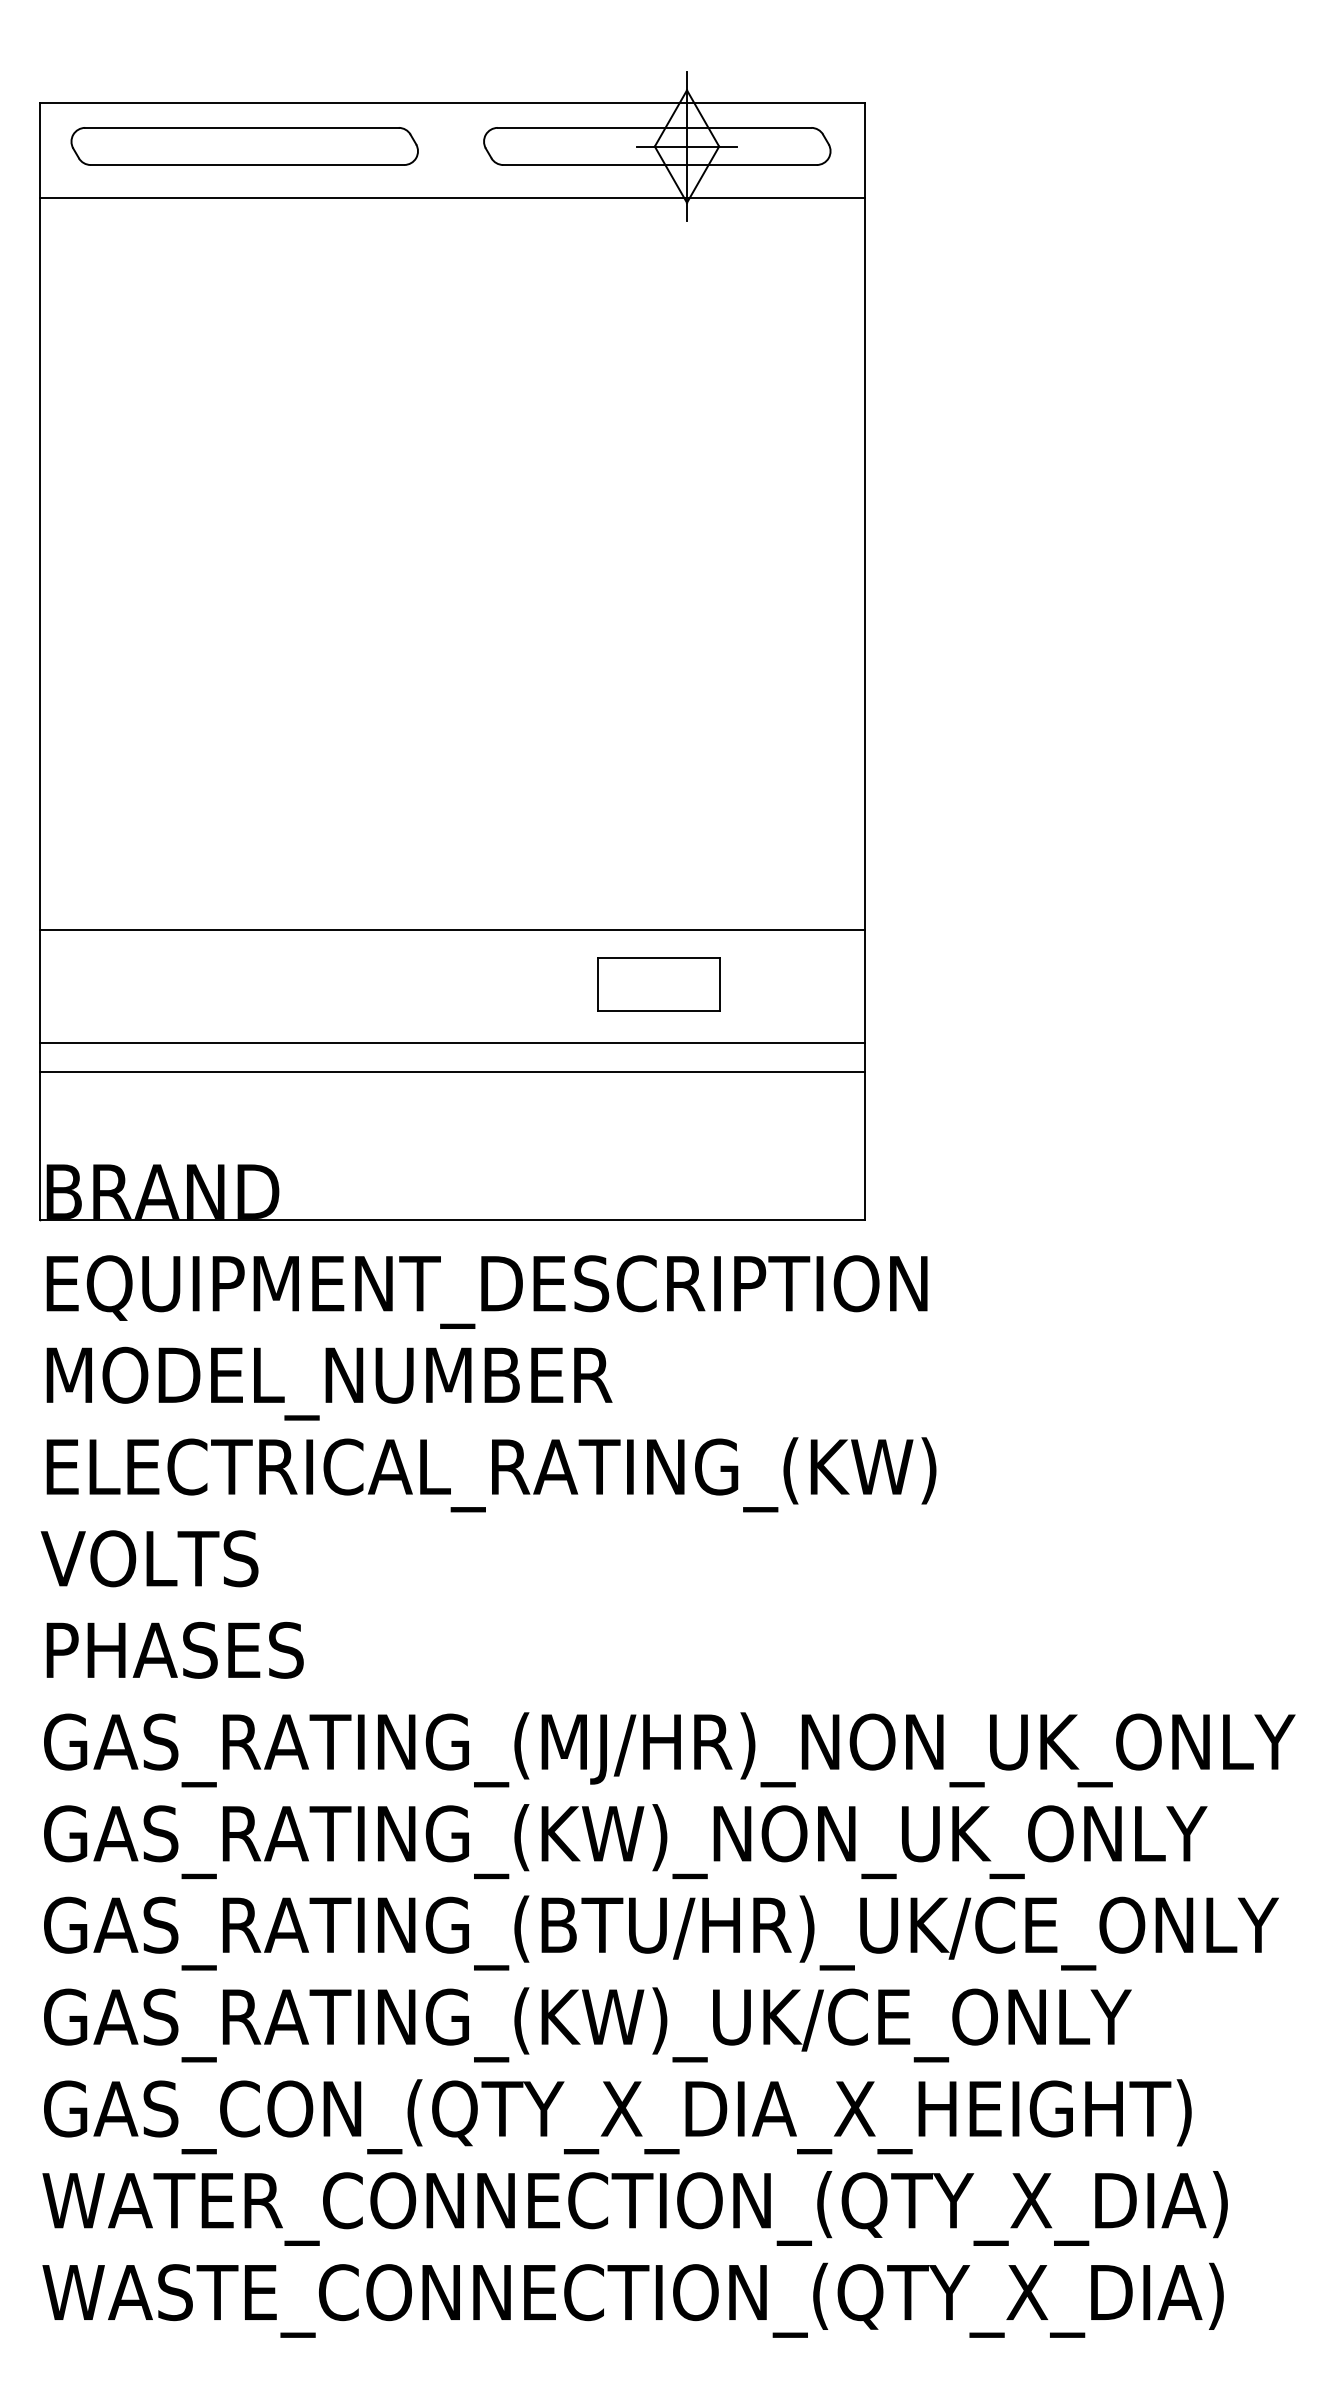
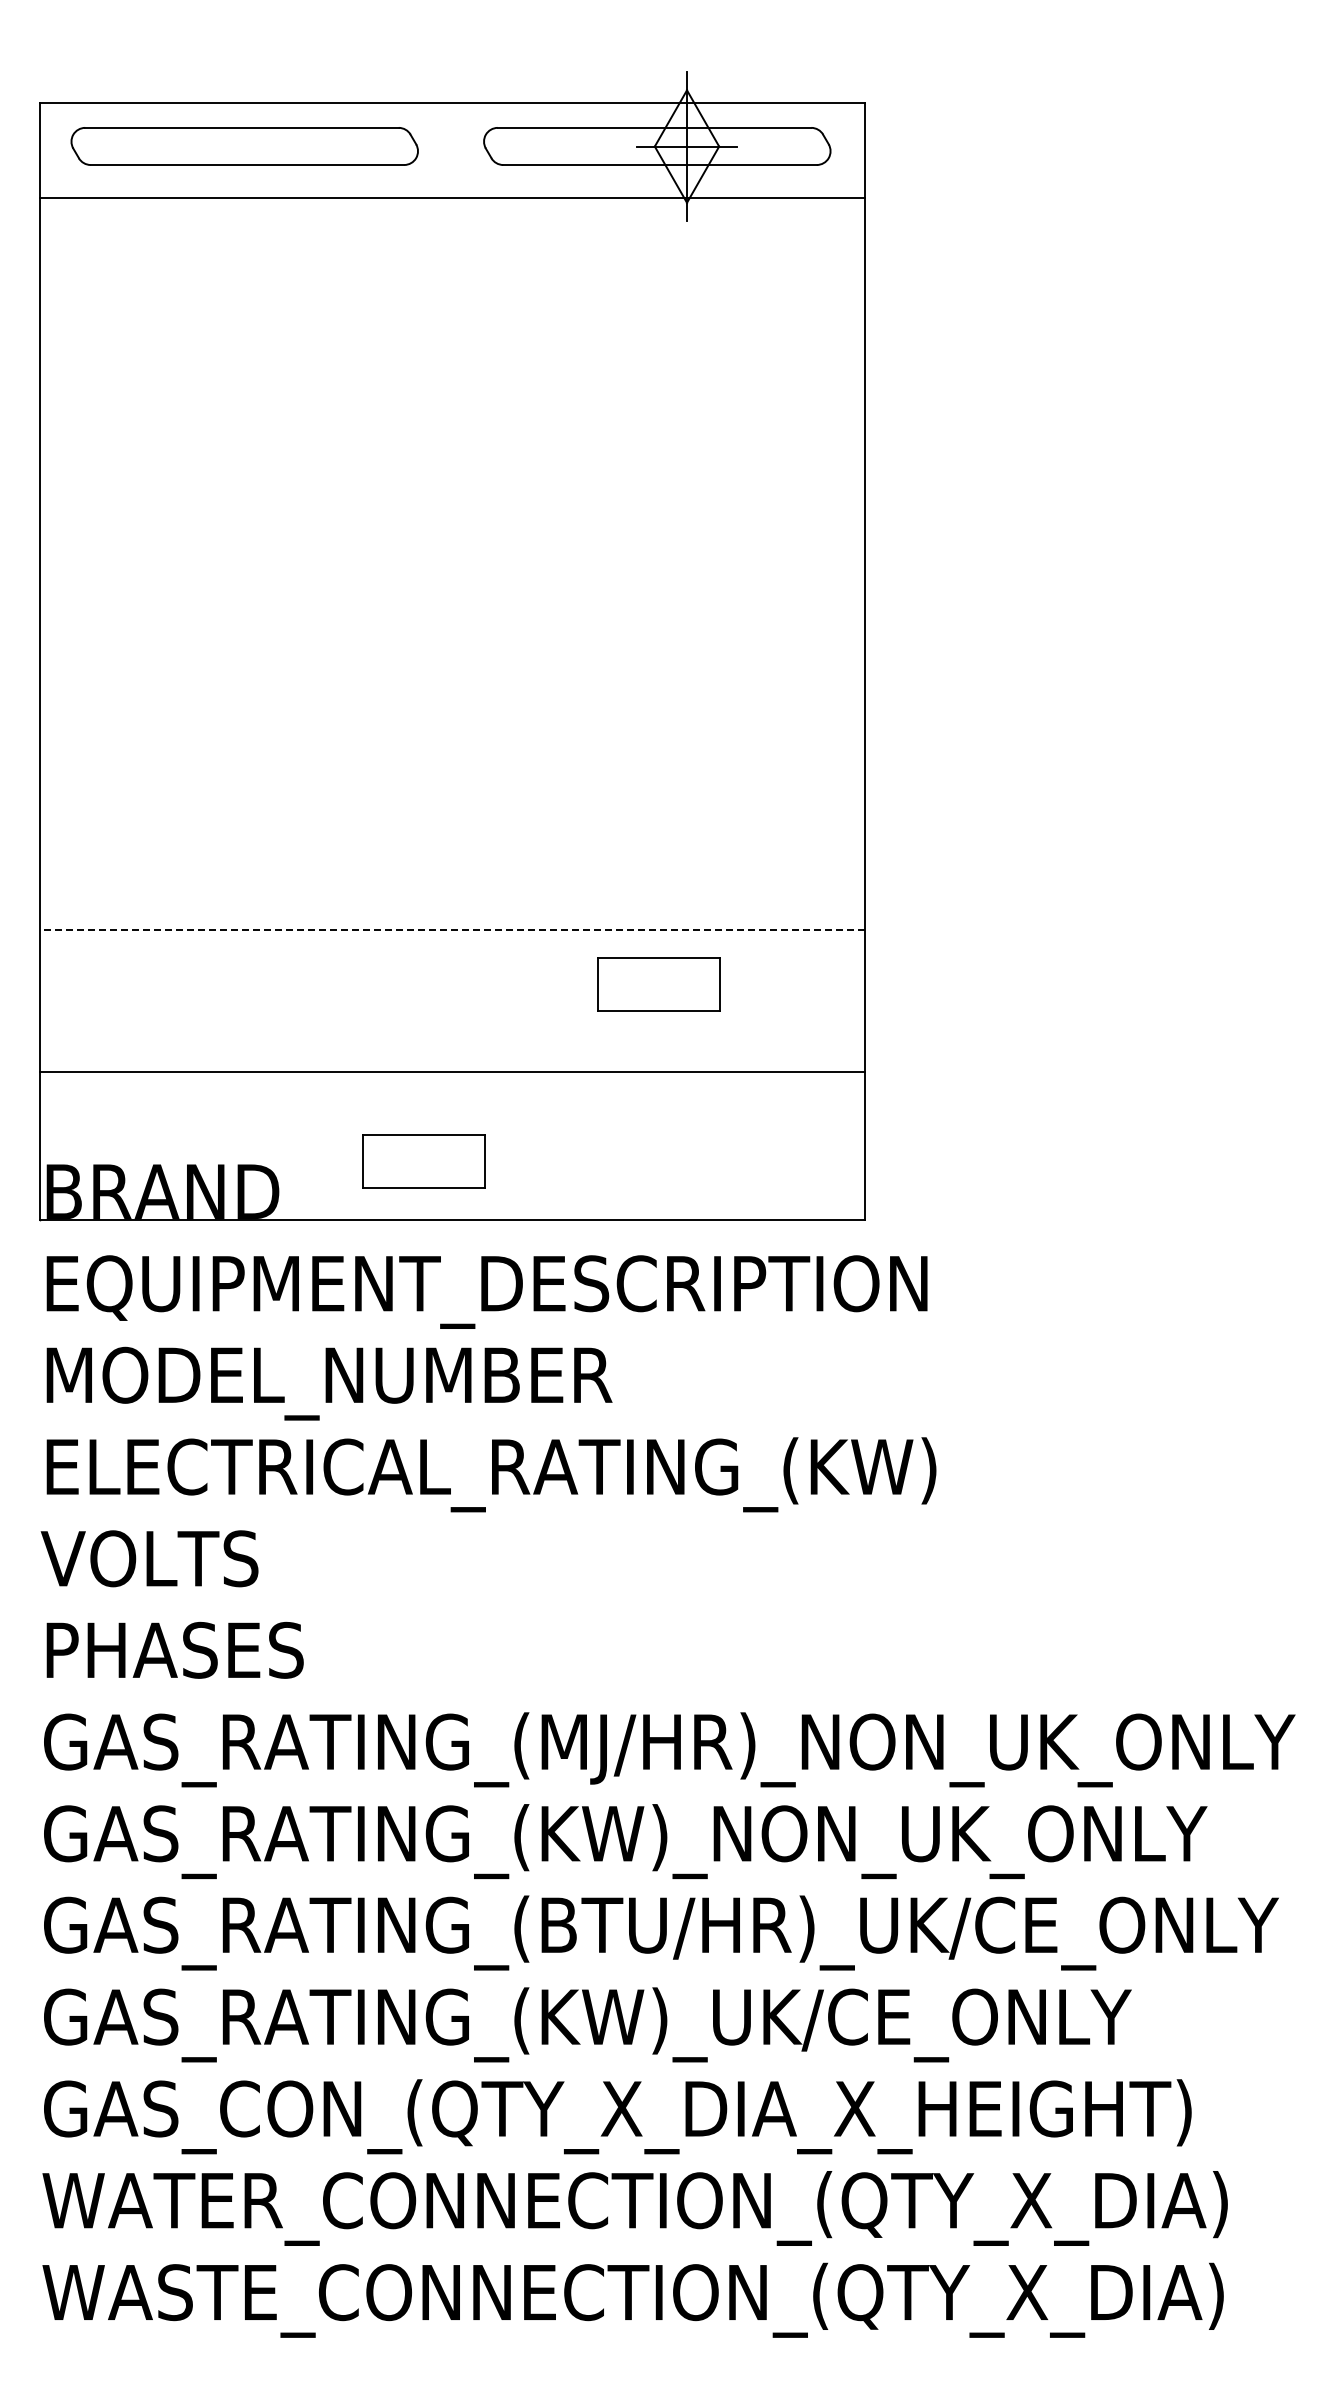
line at (452, 930): solid -> dashed
line at (452, 1042): present -> none
part at (423, 1161): none -> present
